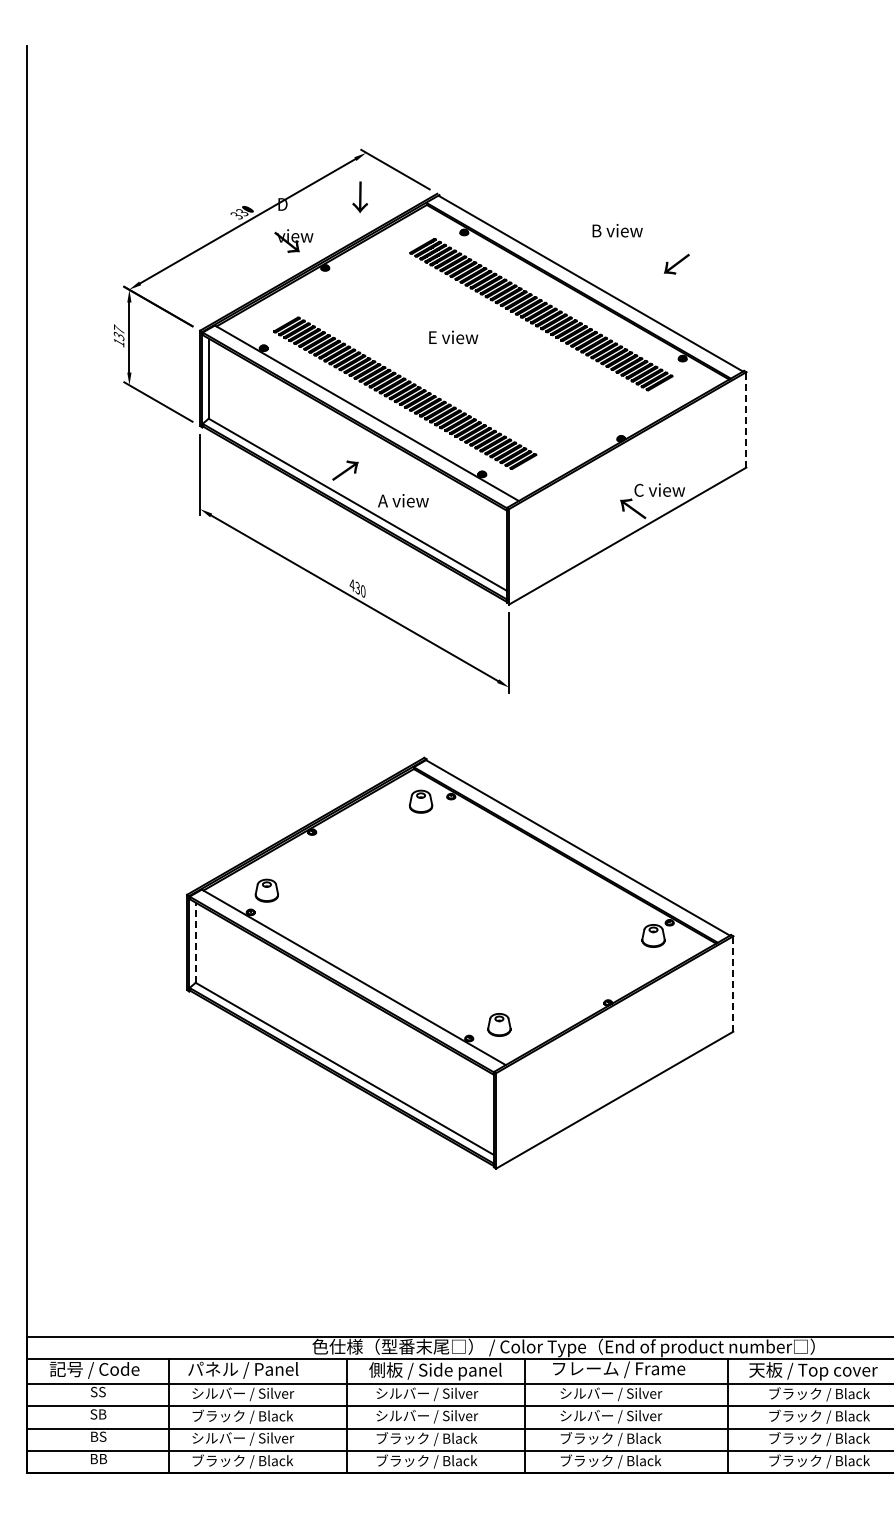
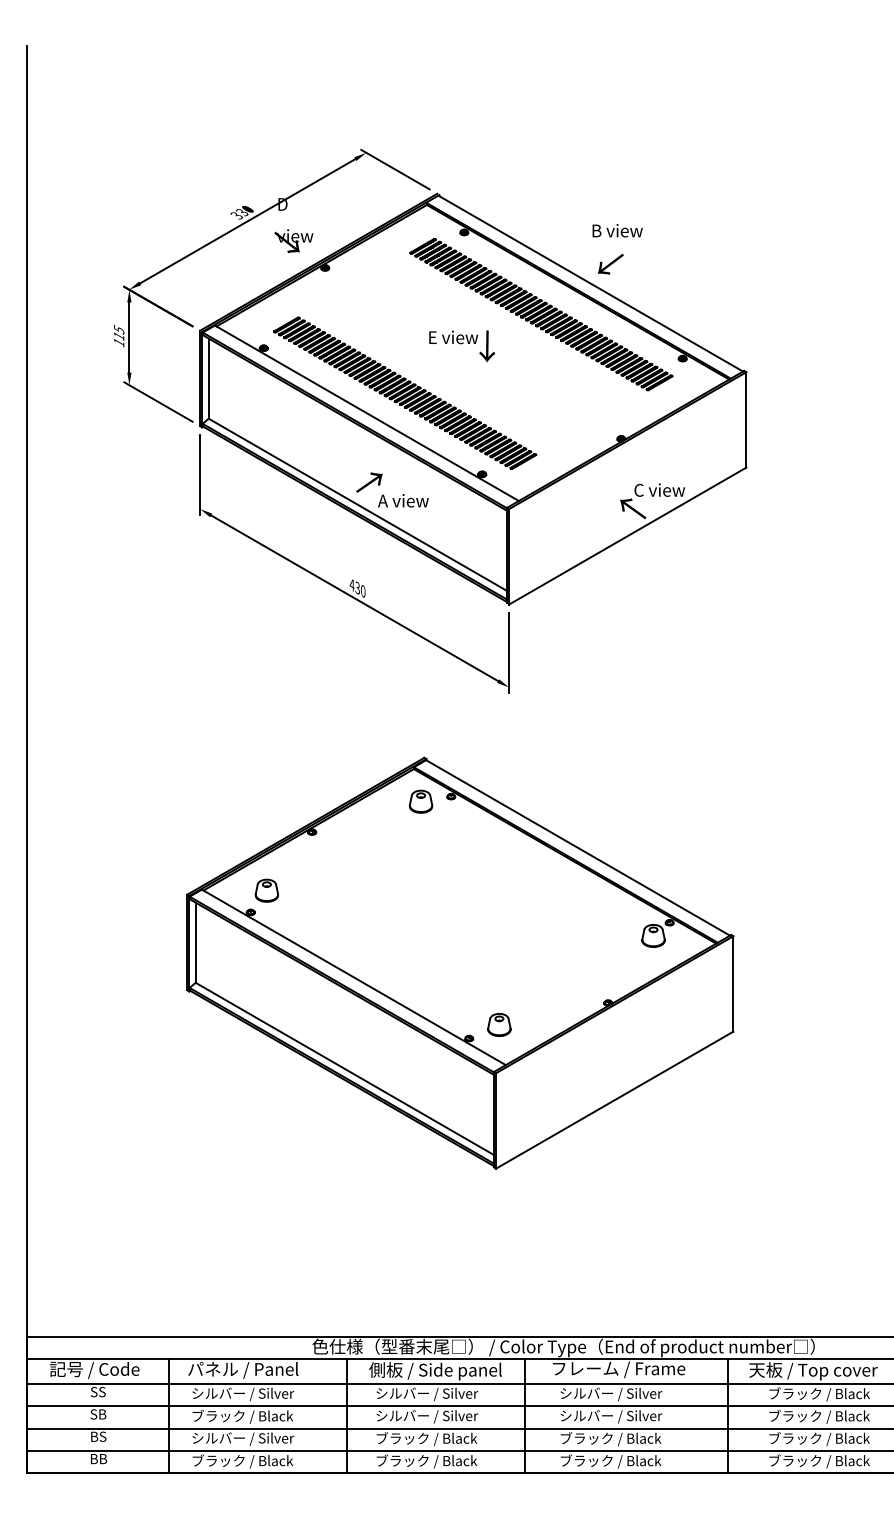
text at (360, 197) position: (360, 197) -> (487, 346)
text at (676, 263) position: (676, 263) -> (610, 263)
text at (118, 332): 137 -> 115
line at (746, 419): dashed -> solid
text at (345, 470) position: (345, 470) -> (369, 482)
line at (195, 942): dashed -> solid
line at (733, 984): dashed -> solid
